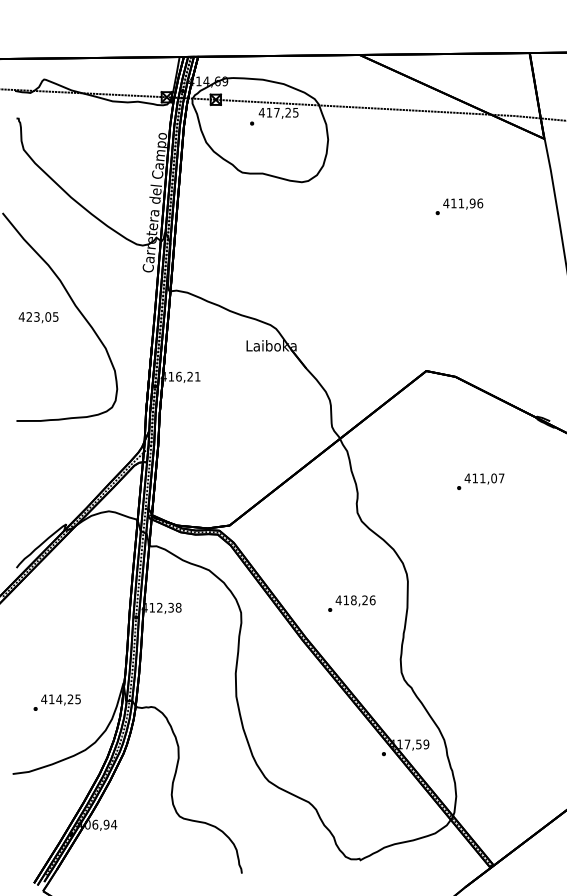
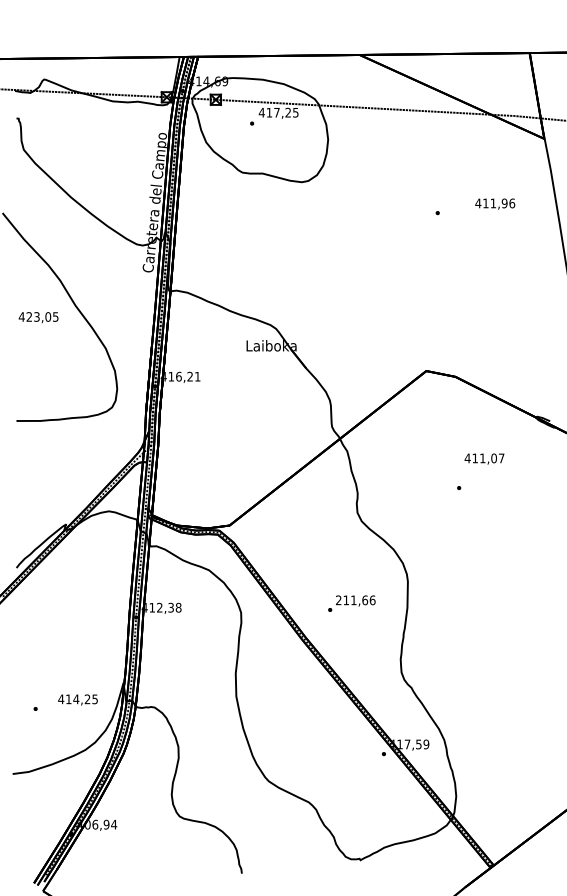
text at (463, 203) position: (463, 203) -> (495, 203)
text at (484, 478) position: (484, 478) -> (484, 458)
text at (351, 600): 418,26 -> 211,66
text at (60, 699) position: (60, 699) -> (77, 699)
